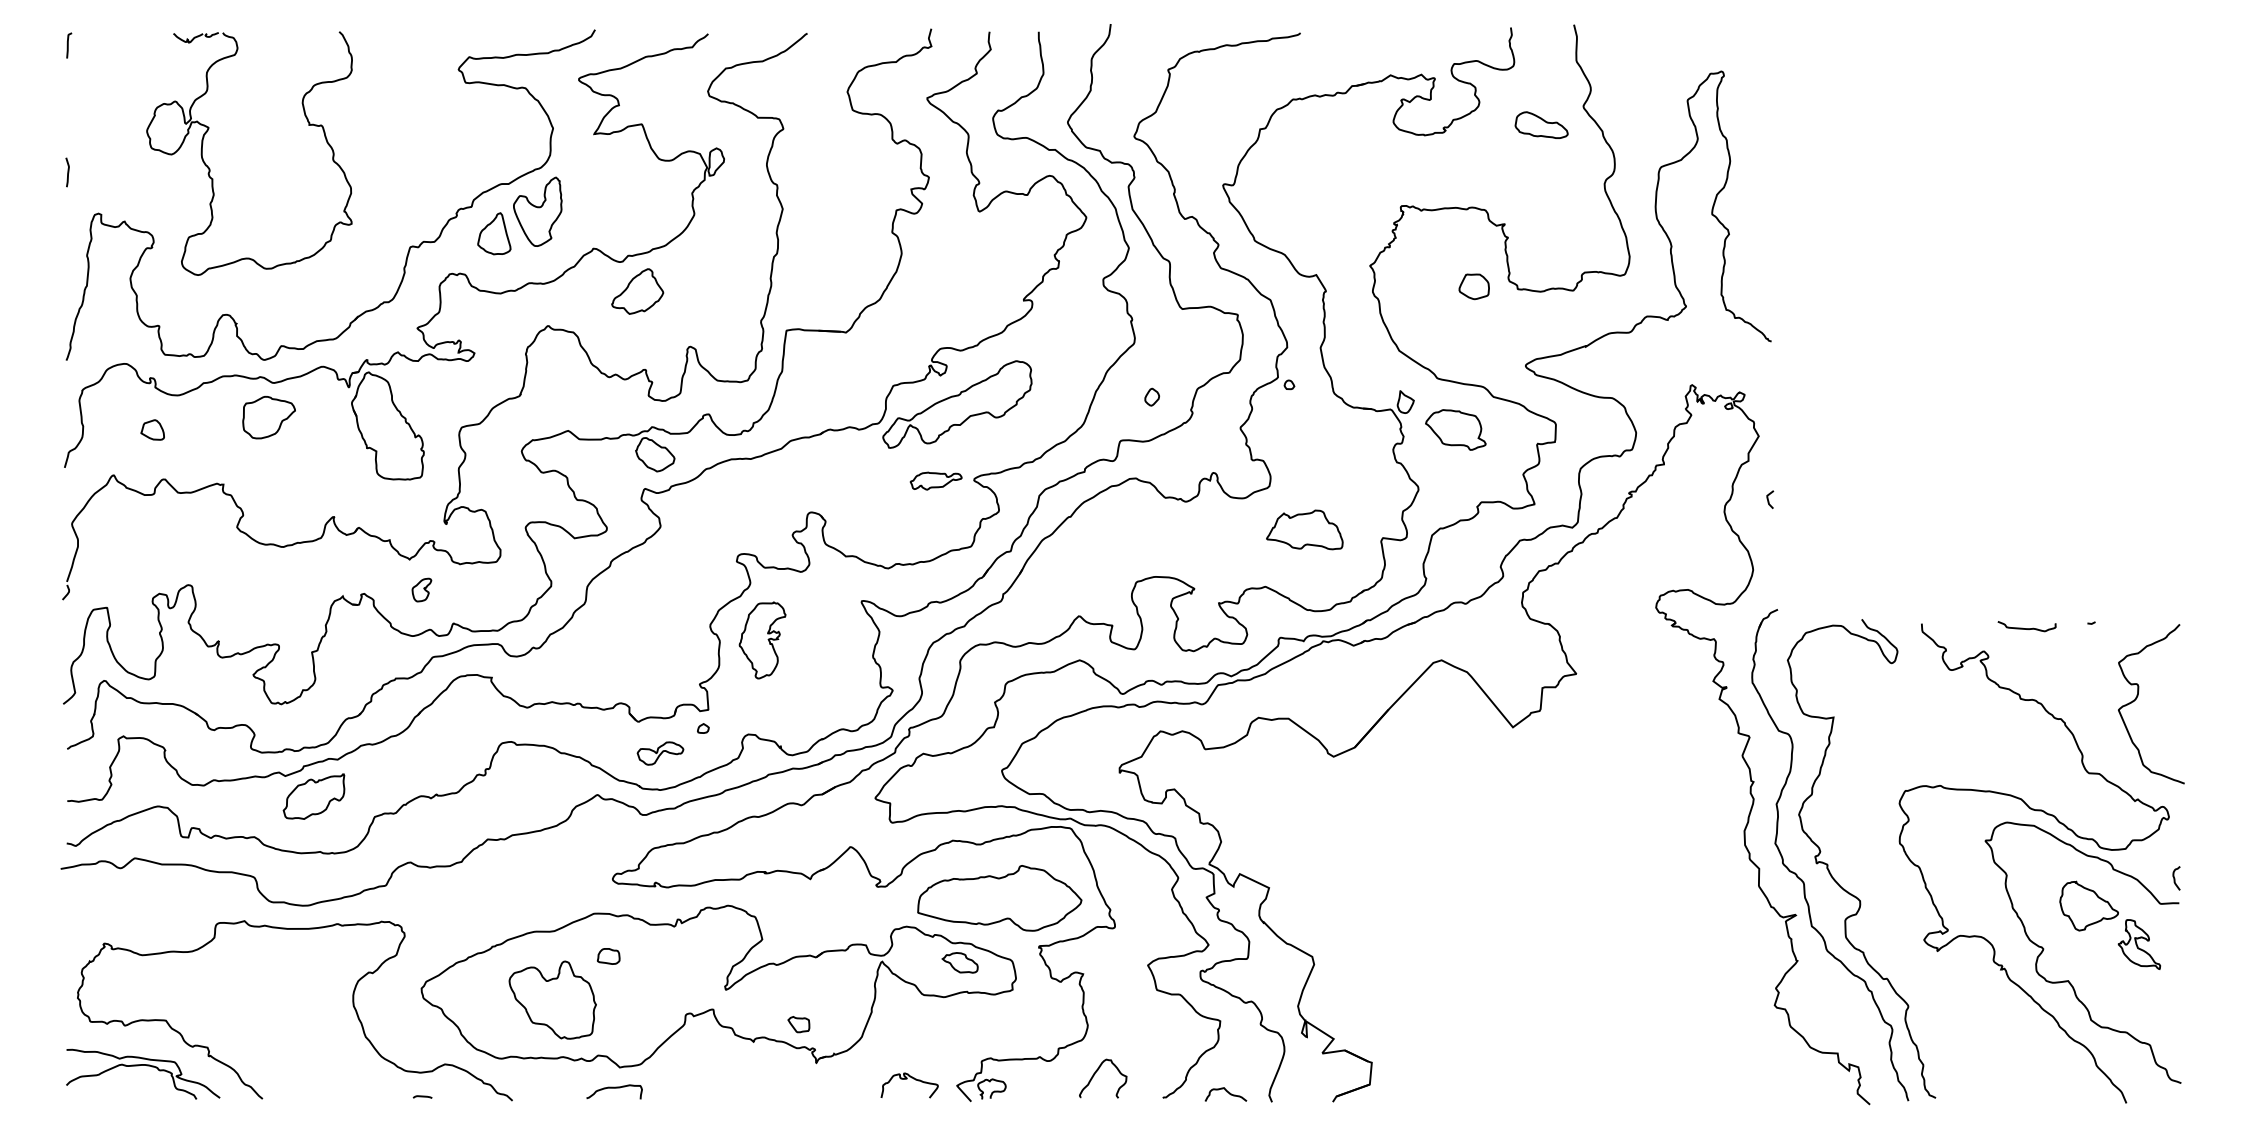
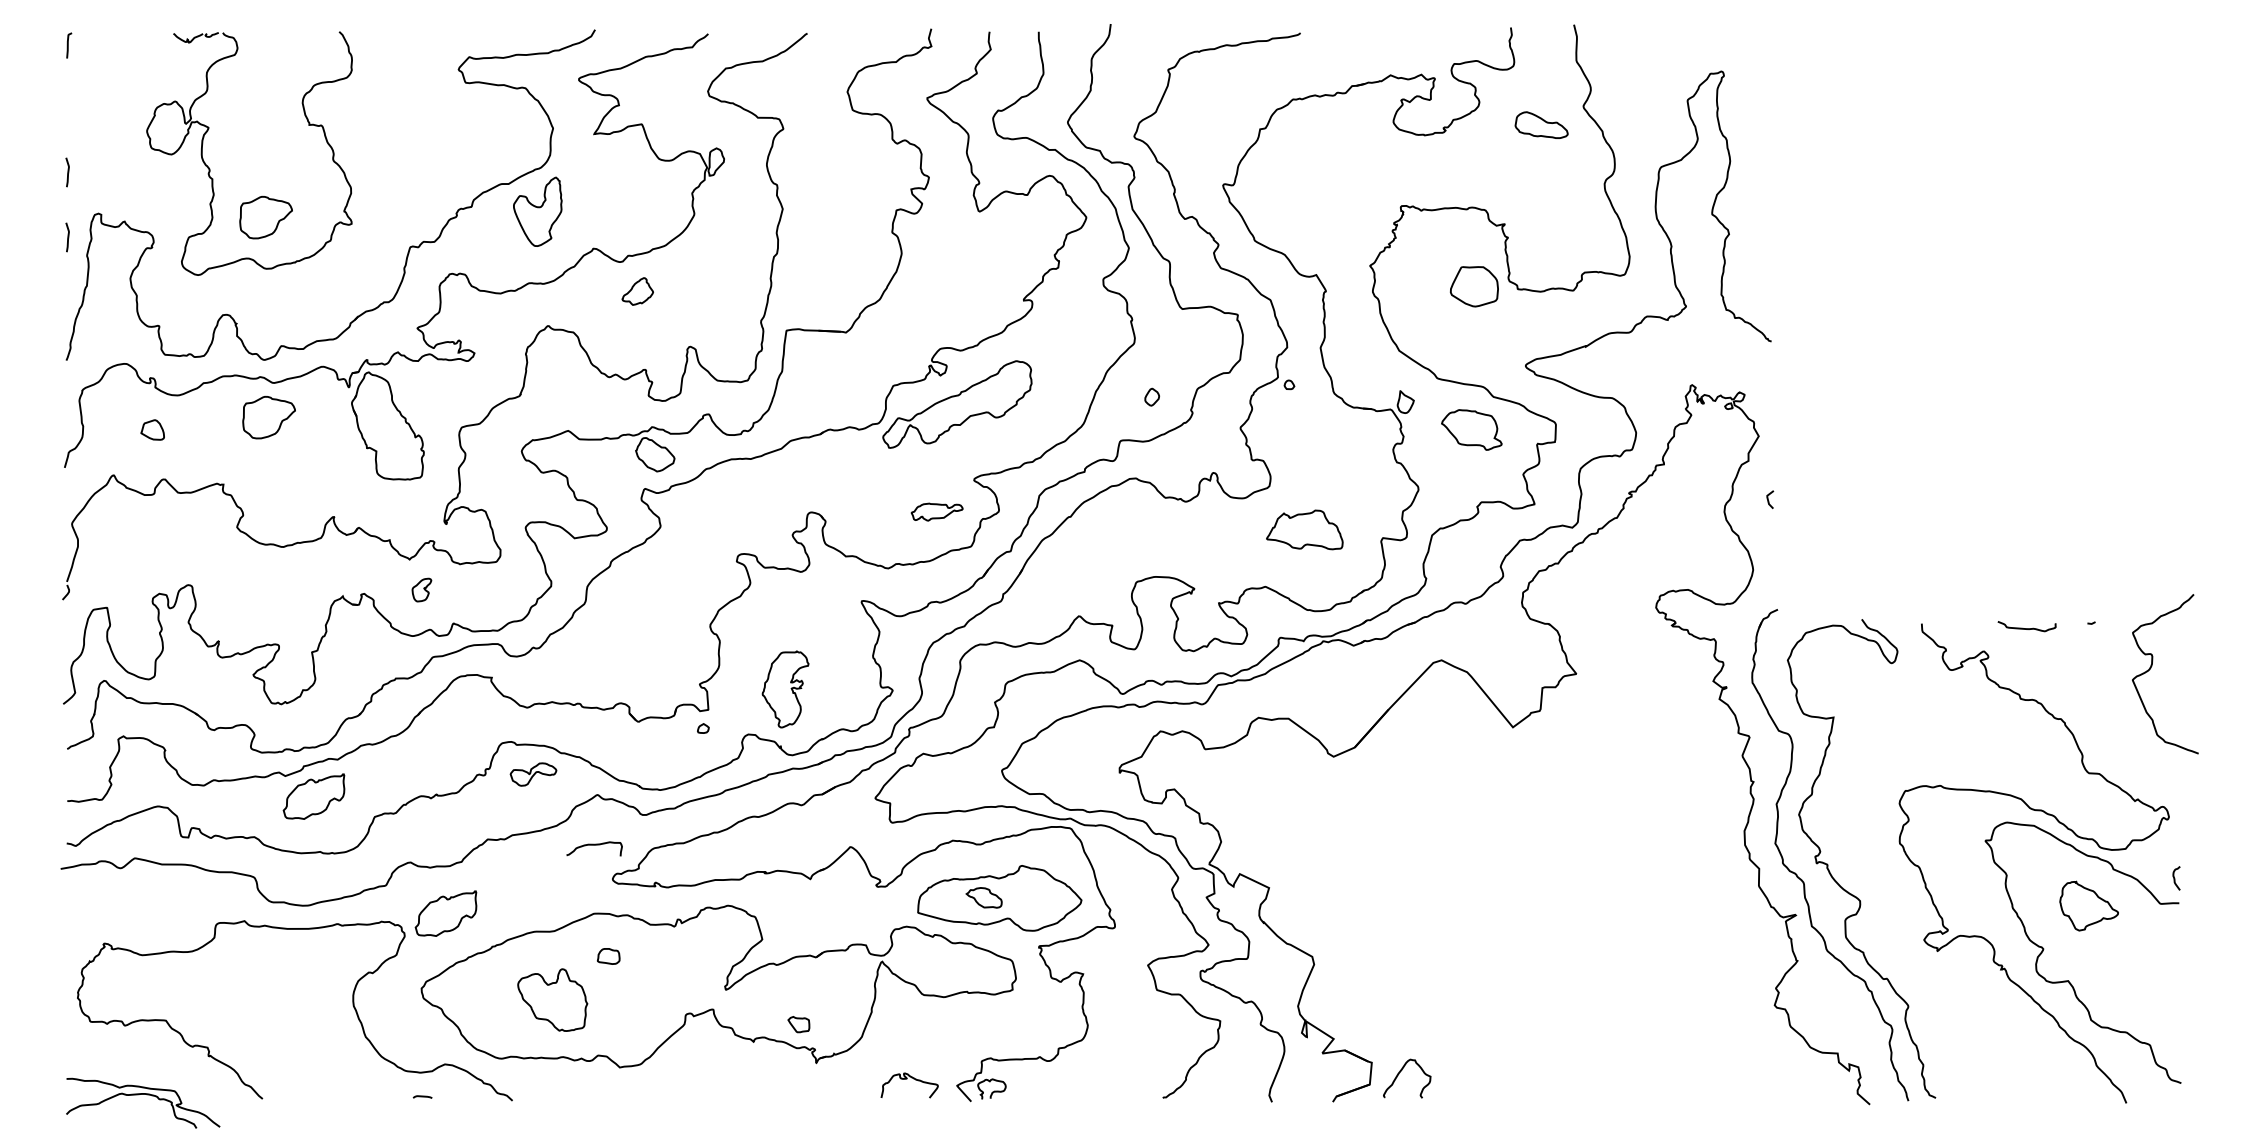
part at (265, 217): none -> present
part at (494, 233): present -> none
curve at (67, 237): none -> present
part at (1473, 286) size: 32x28 px -> 50x42 px
part at (637, 291) size: 54x47 px -> 33x29 px
part at (1455, 429) position: (1455, 429) -> (1471, 429)
part at (935, 480) position: (935, 480) -> (936, 511)
part at (762, 640) position: (762, 640) -> (785, 689)
curve at (2137, 698) position: (2137, 698) -> (2151, 668)
part at (660, 753) position: (660, 753) -> (533, 774)
part at (445, 913): none -> present
part at (2139, 944): present -> none
part at (959, 962) position: (959, 962) -> (983, 897)
part at (552, 999) size: 89x80 px -> 72x64 px
part at (143, 1065) position: (143, 1065) -> (143, 1094)
curve at (1095, 1074) position: (1095, 1074) -> (1399, 1074)
curve at (614, 1088) position: (614, 1088) -> (594, 845)
curve at (1227, 1092): present -> none
